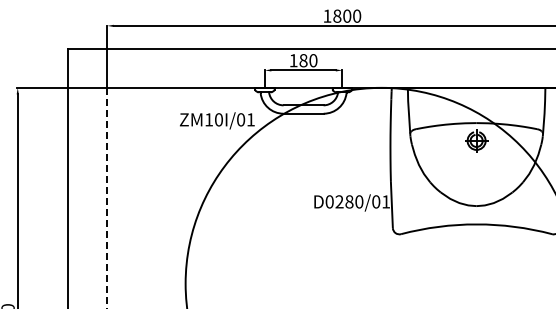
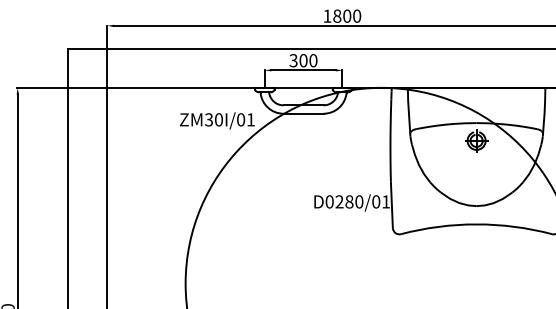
text at (298, 60): 180 -> 300
text at (208, 119): ZM10I/01 -> ZM30I/01
line at (107, 198): dashed -> solid
